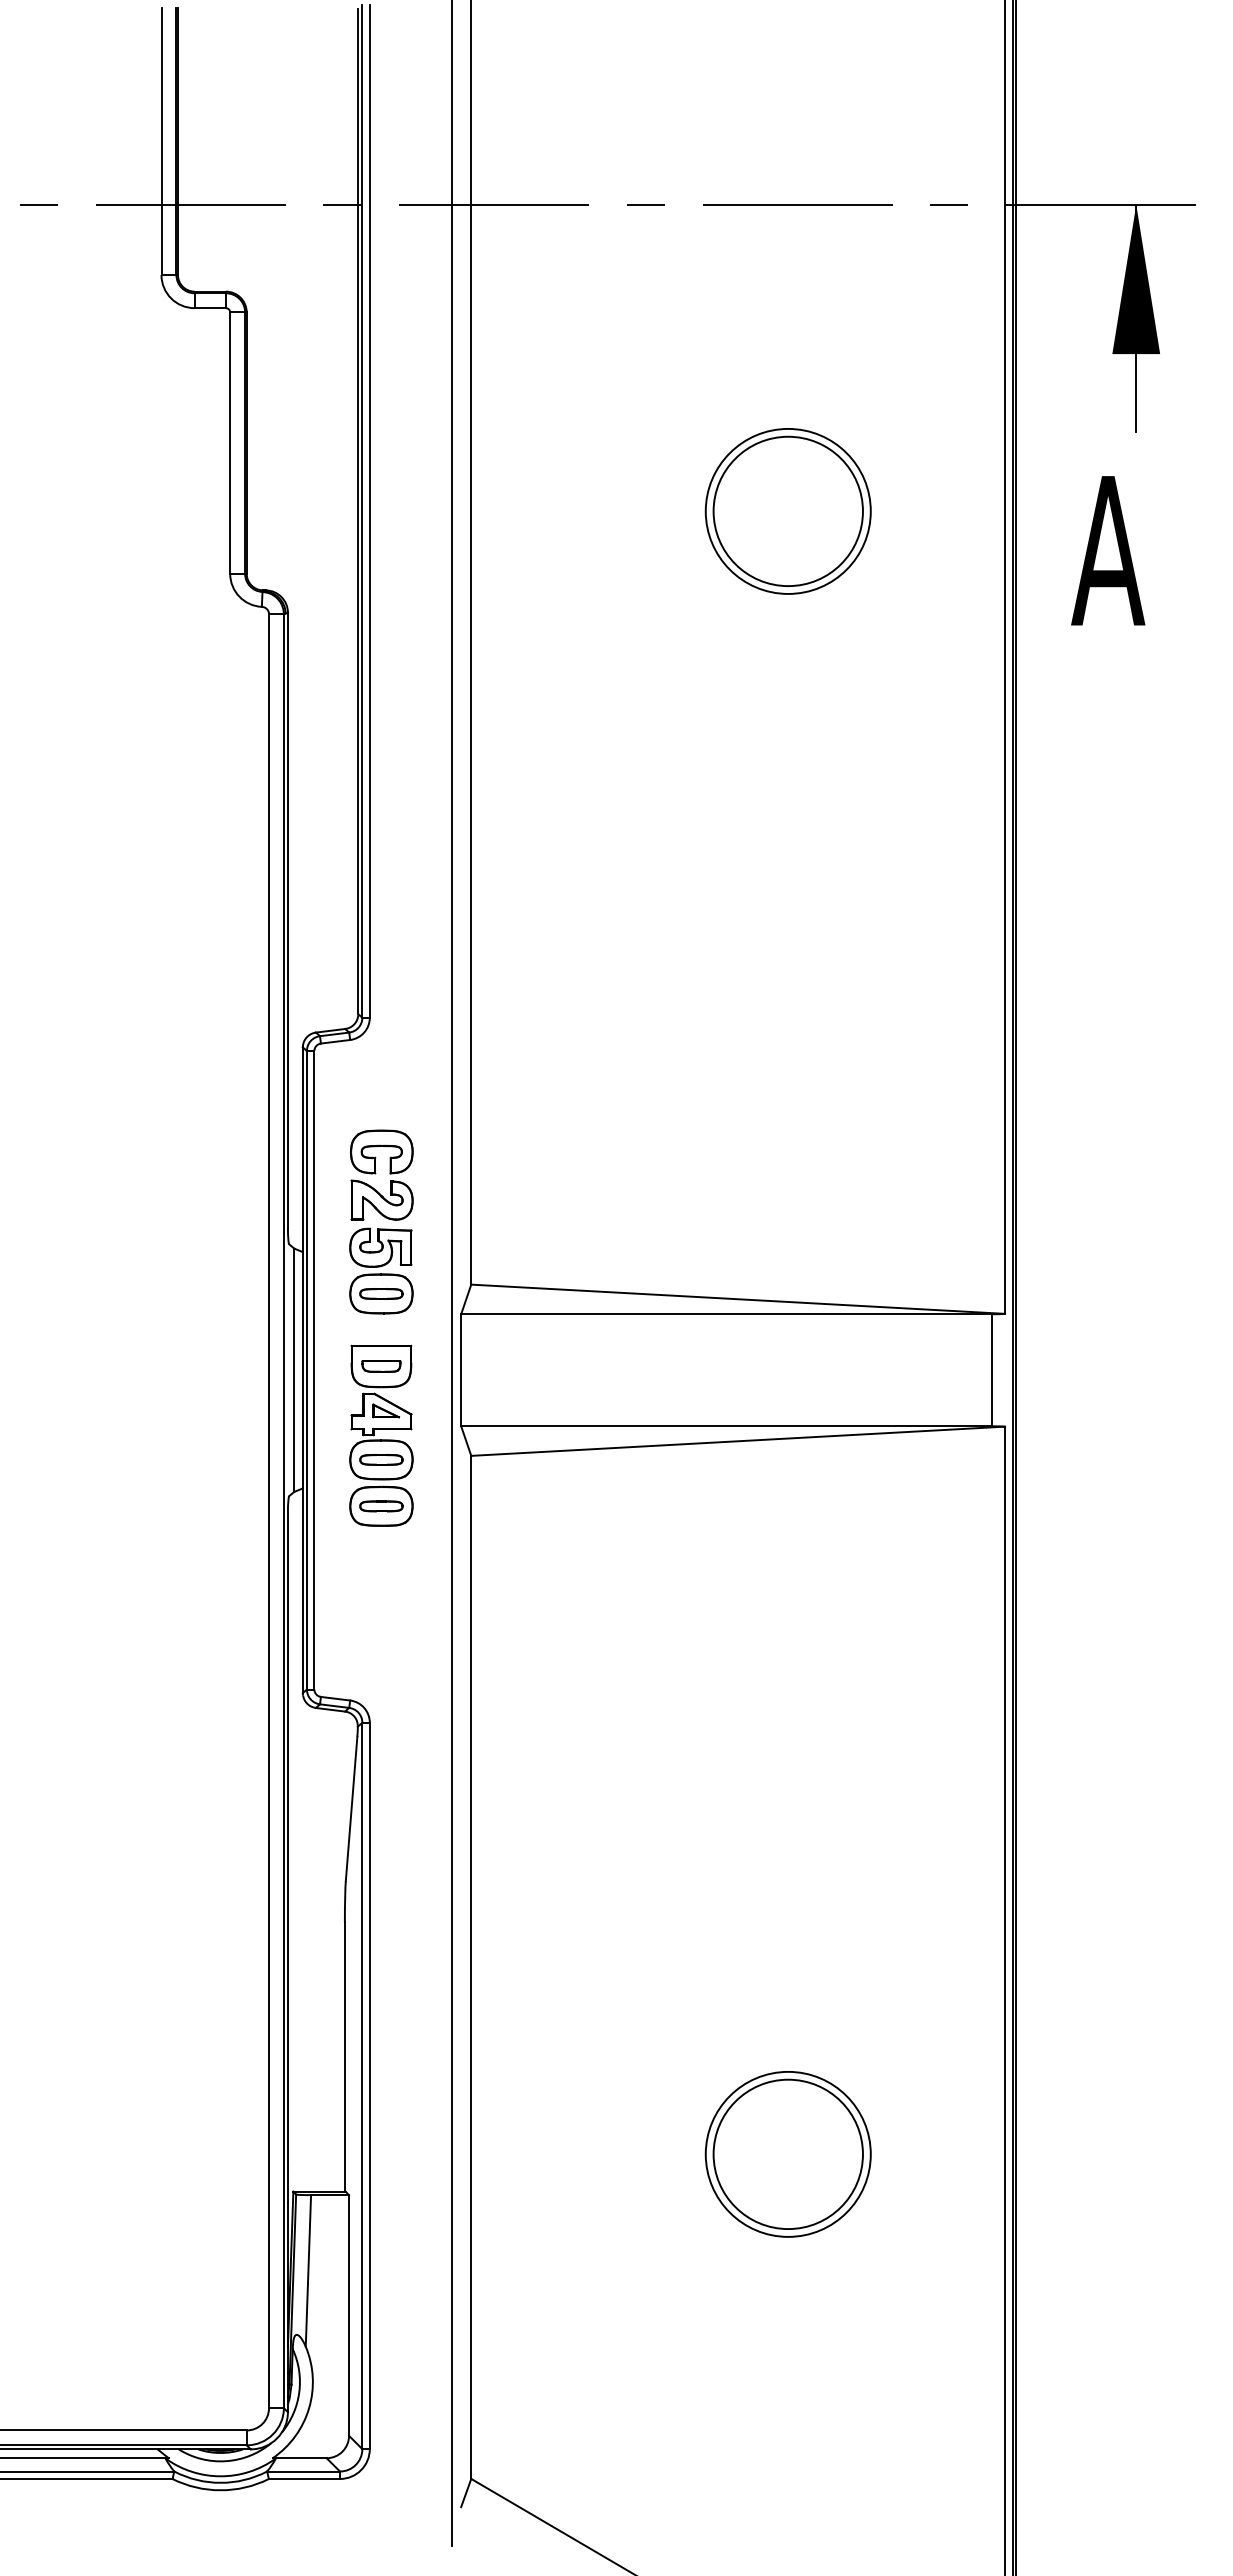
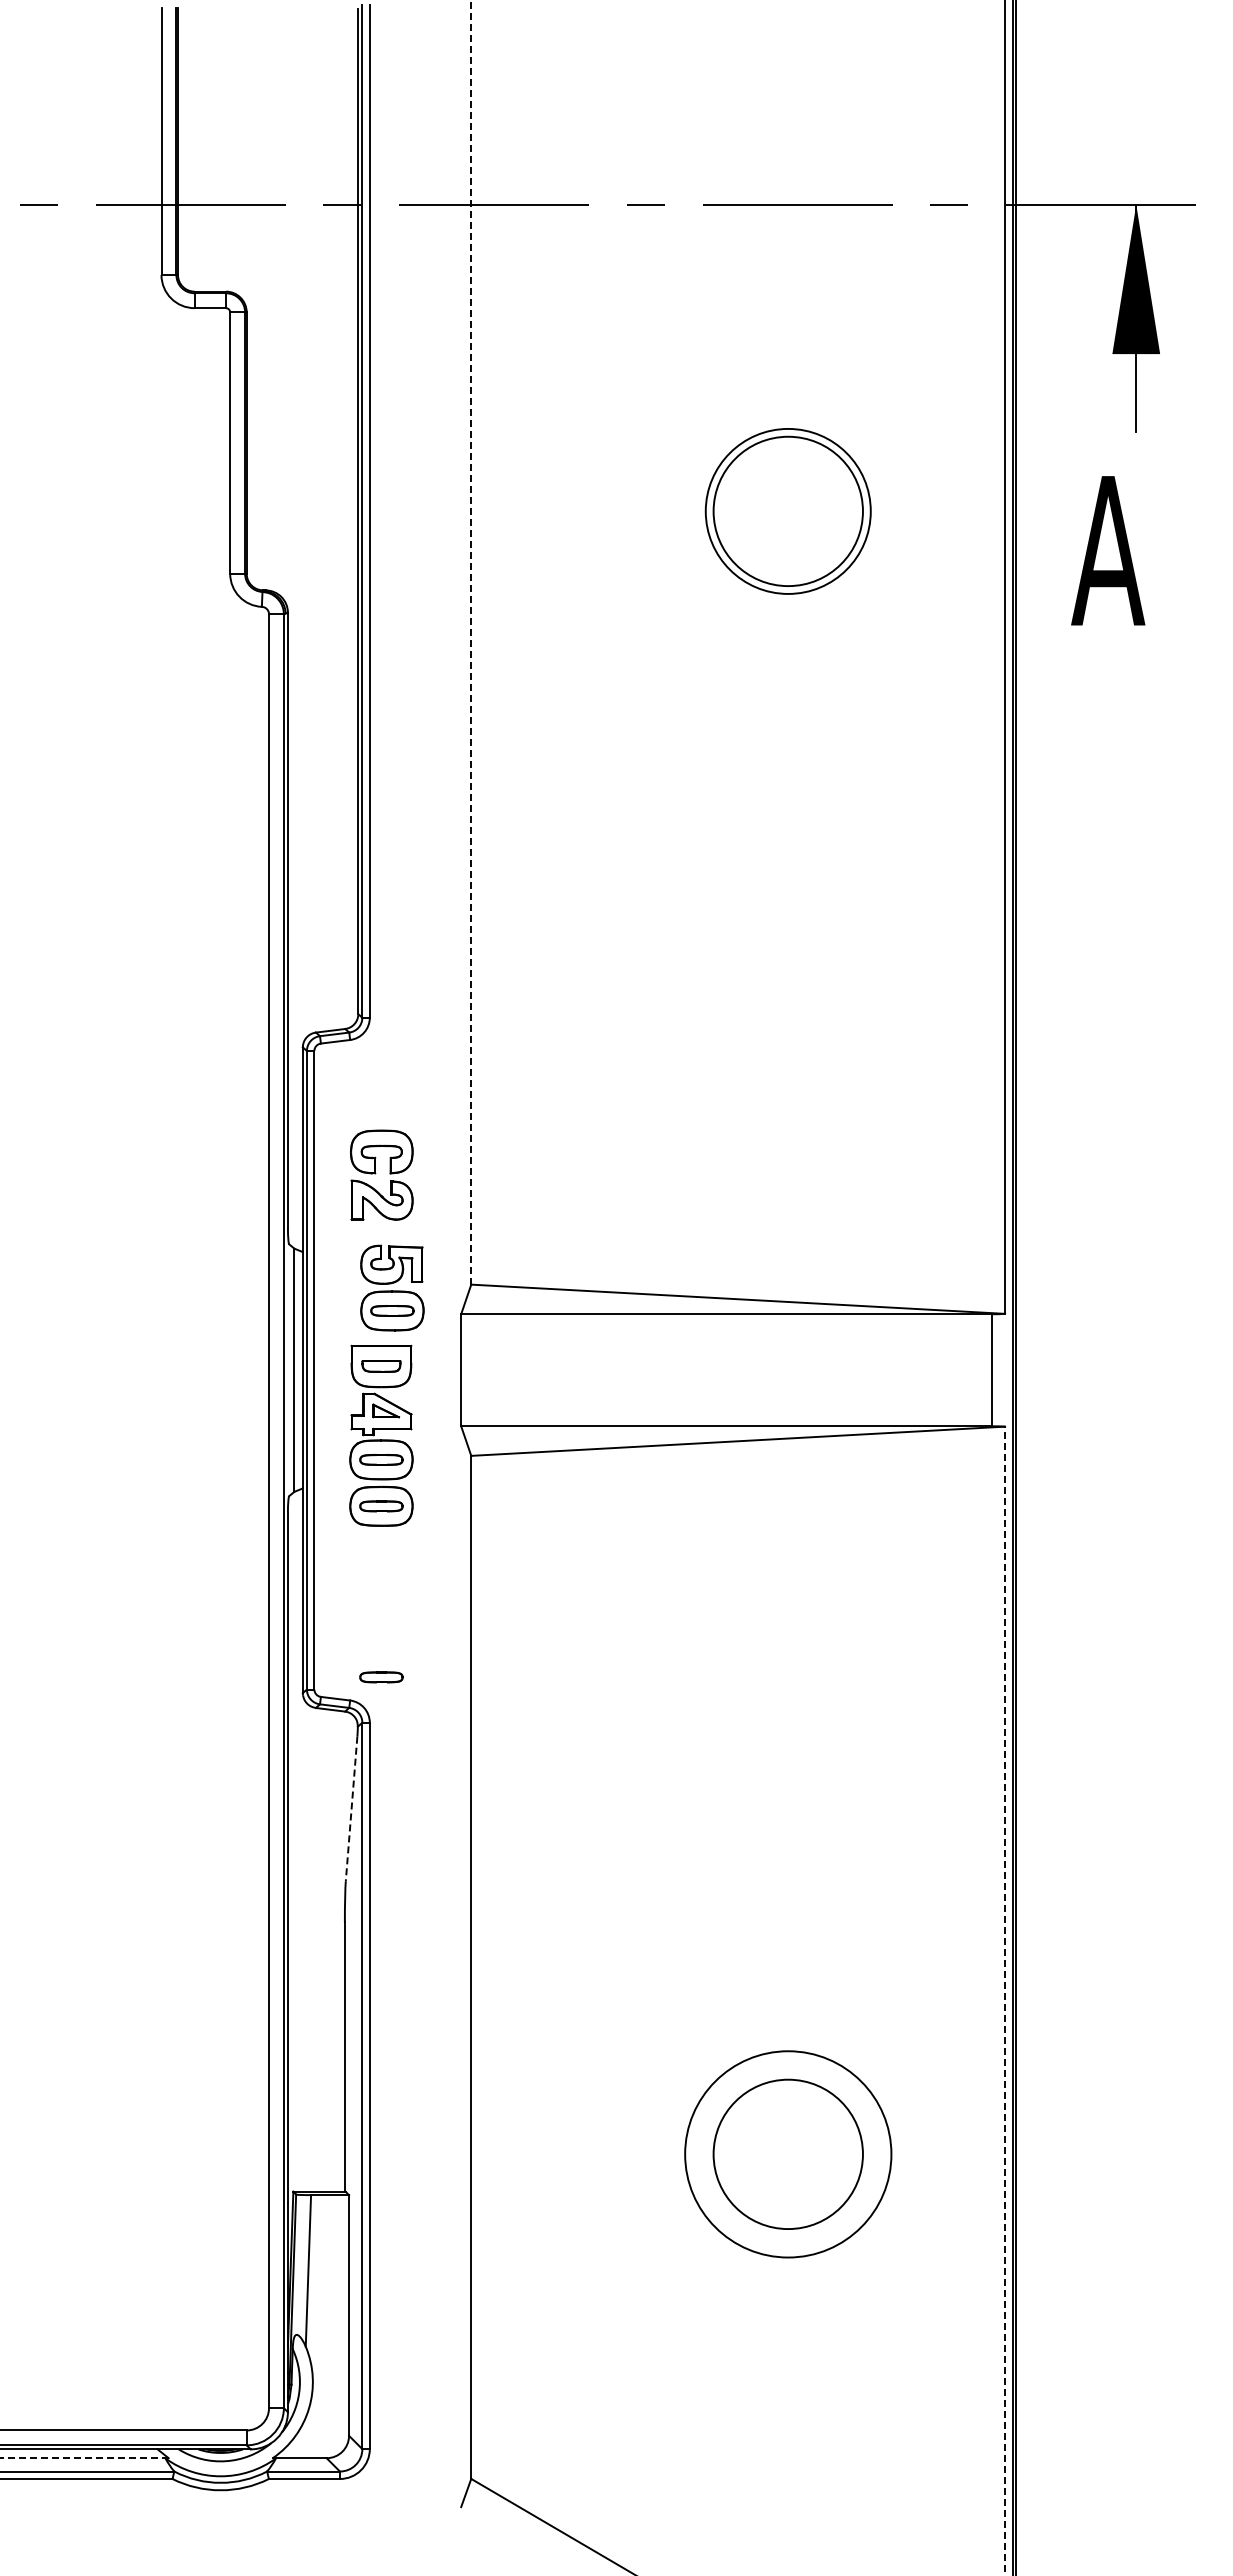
line at (471, 641): solid -> dashed
part at (381, 1270) position: (381, 1270) -> (392, 1287)
line at (452, 1274): present -> none
part at (381, 1677): none -> present
line at (351, 1809): solid -> dashed
line at (1005, 2001): solid -> dashed
circle at (787, 2153) diameter: 165 px -> 206 px
line at (84, 2458): solid -> dashed
